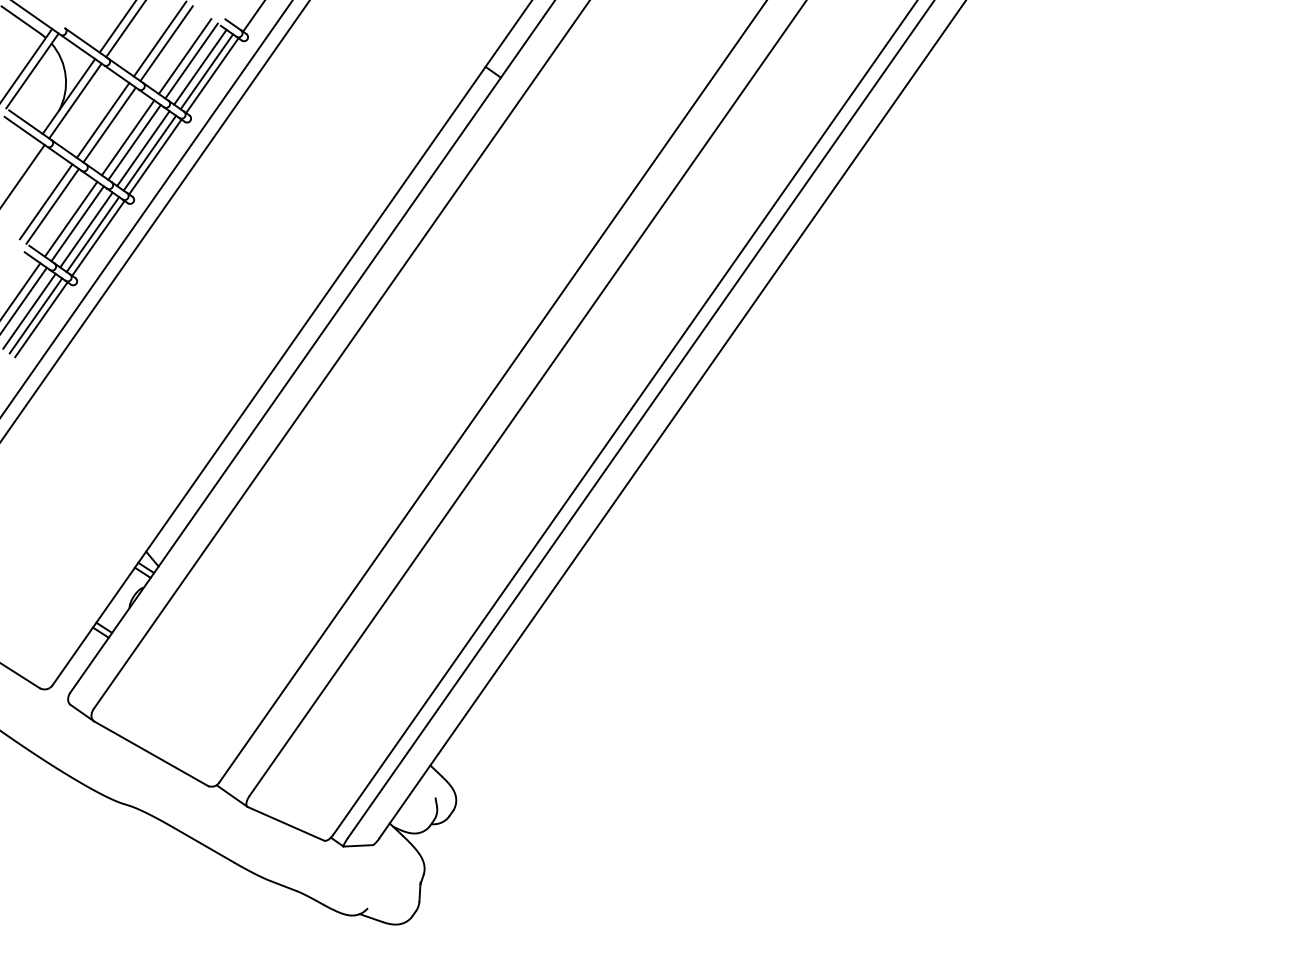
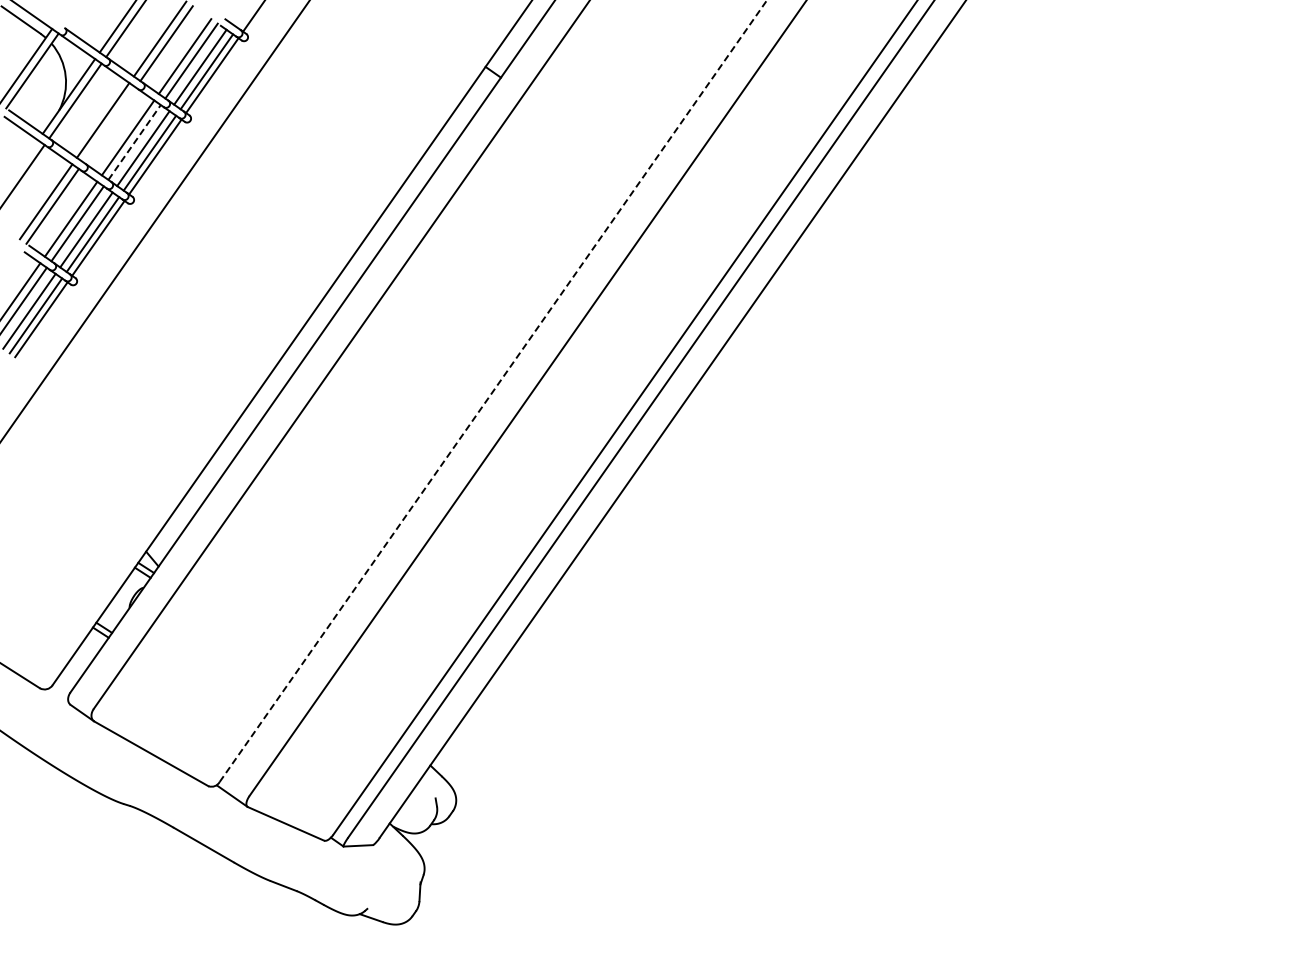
line at (109, 124): present -> none
line at (134, 142): solid -> dashed
line at (146, 208): present -> none
line at (493, 391): solid -> dashed
